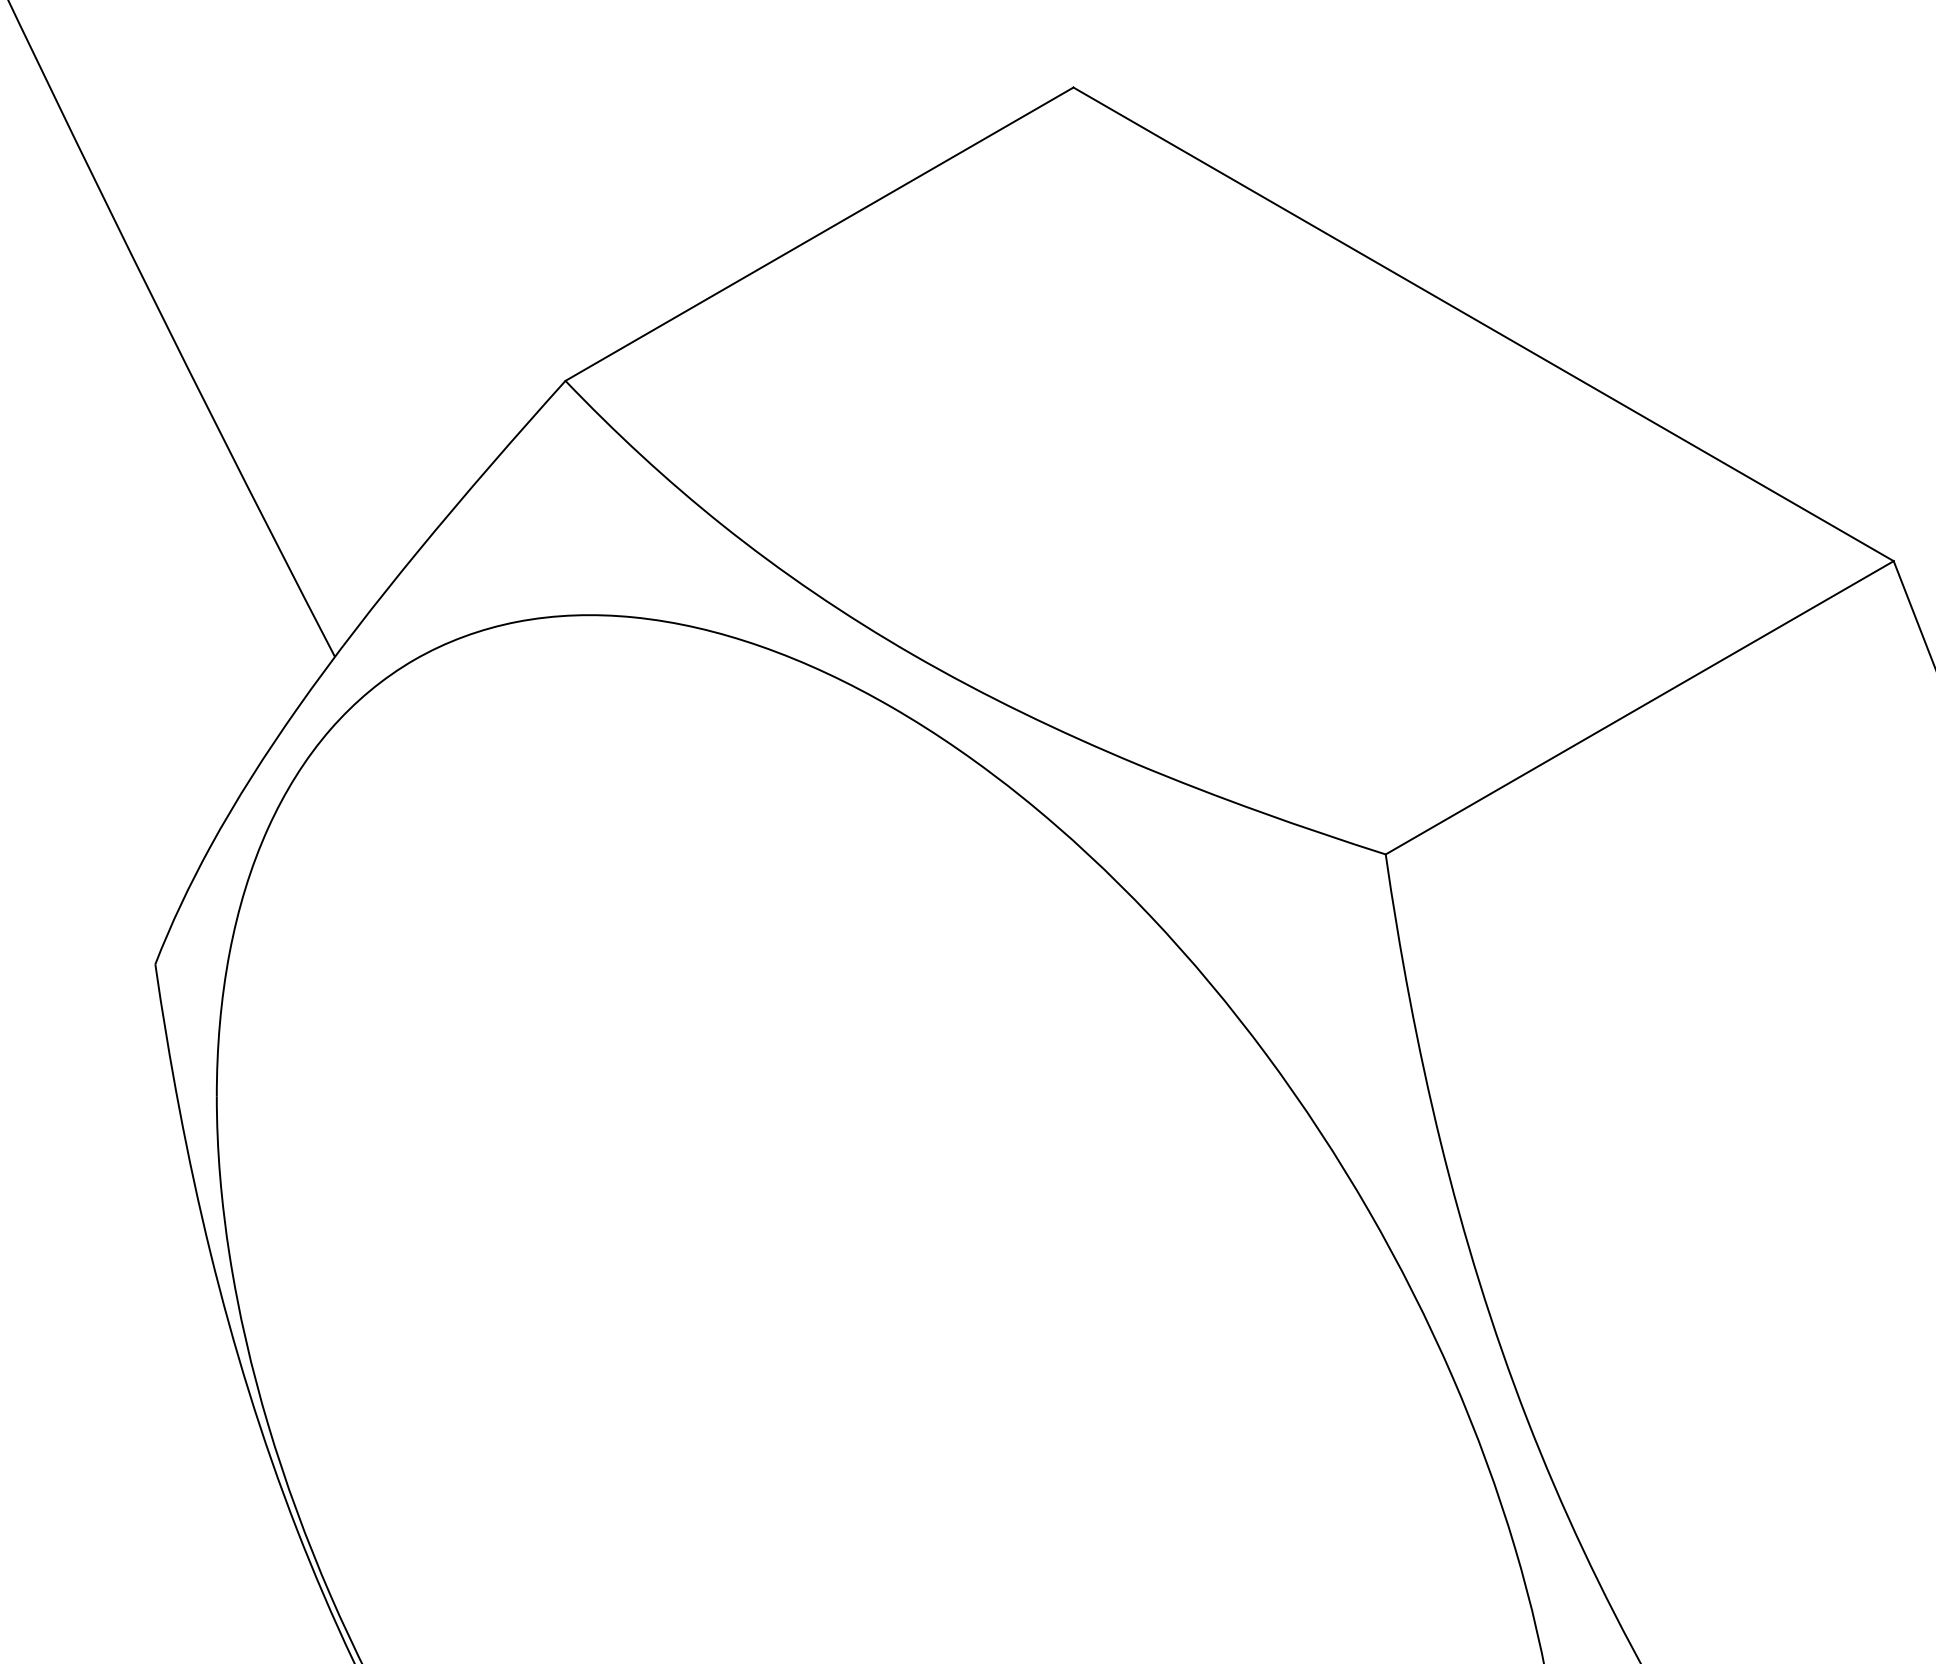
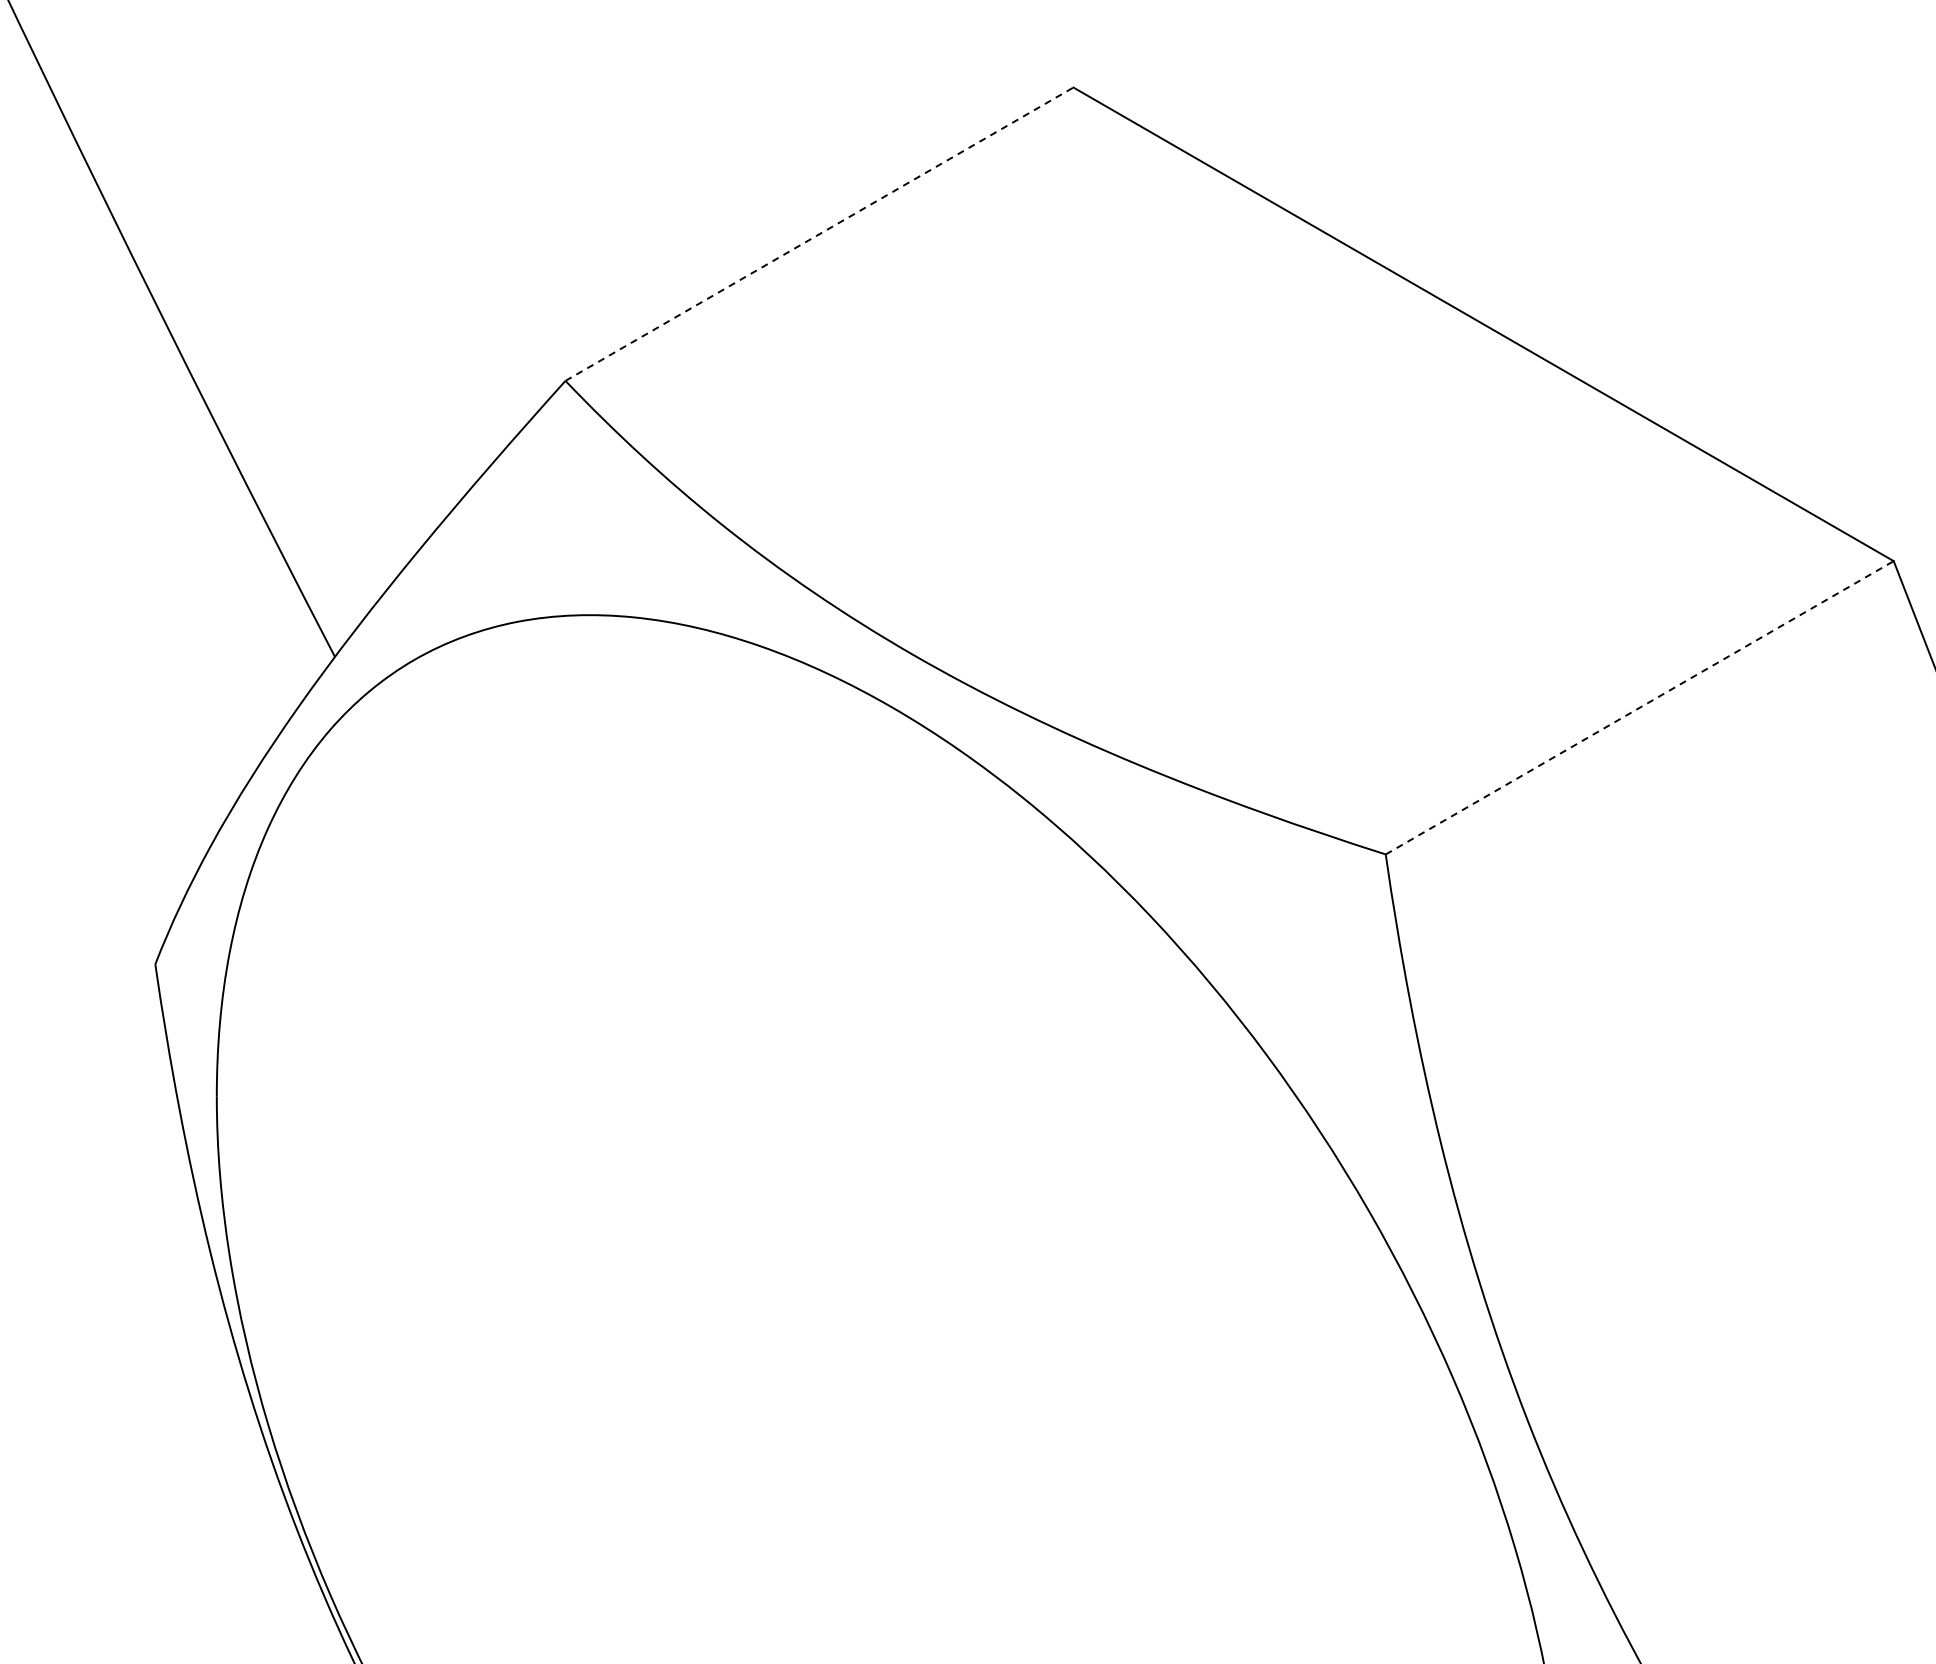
line at (819, 233): solid -> dashed
line at (1640, 707): solid -> dashed
